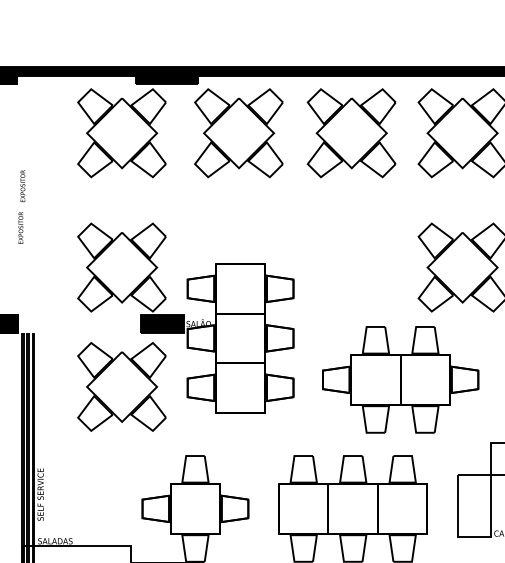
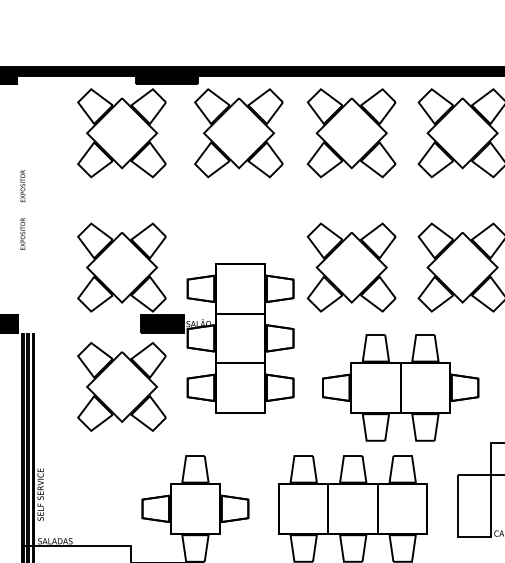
text at (20, 227) position: (20, 227) -> (22, 233)
part at (351, 267): none -> present
part at (400, 379) position: (400, 379) -> (400, 387)
